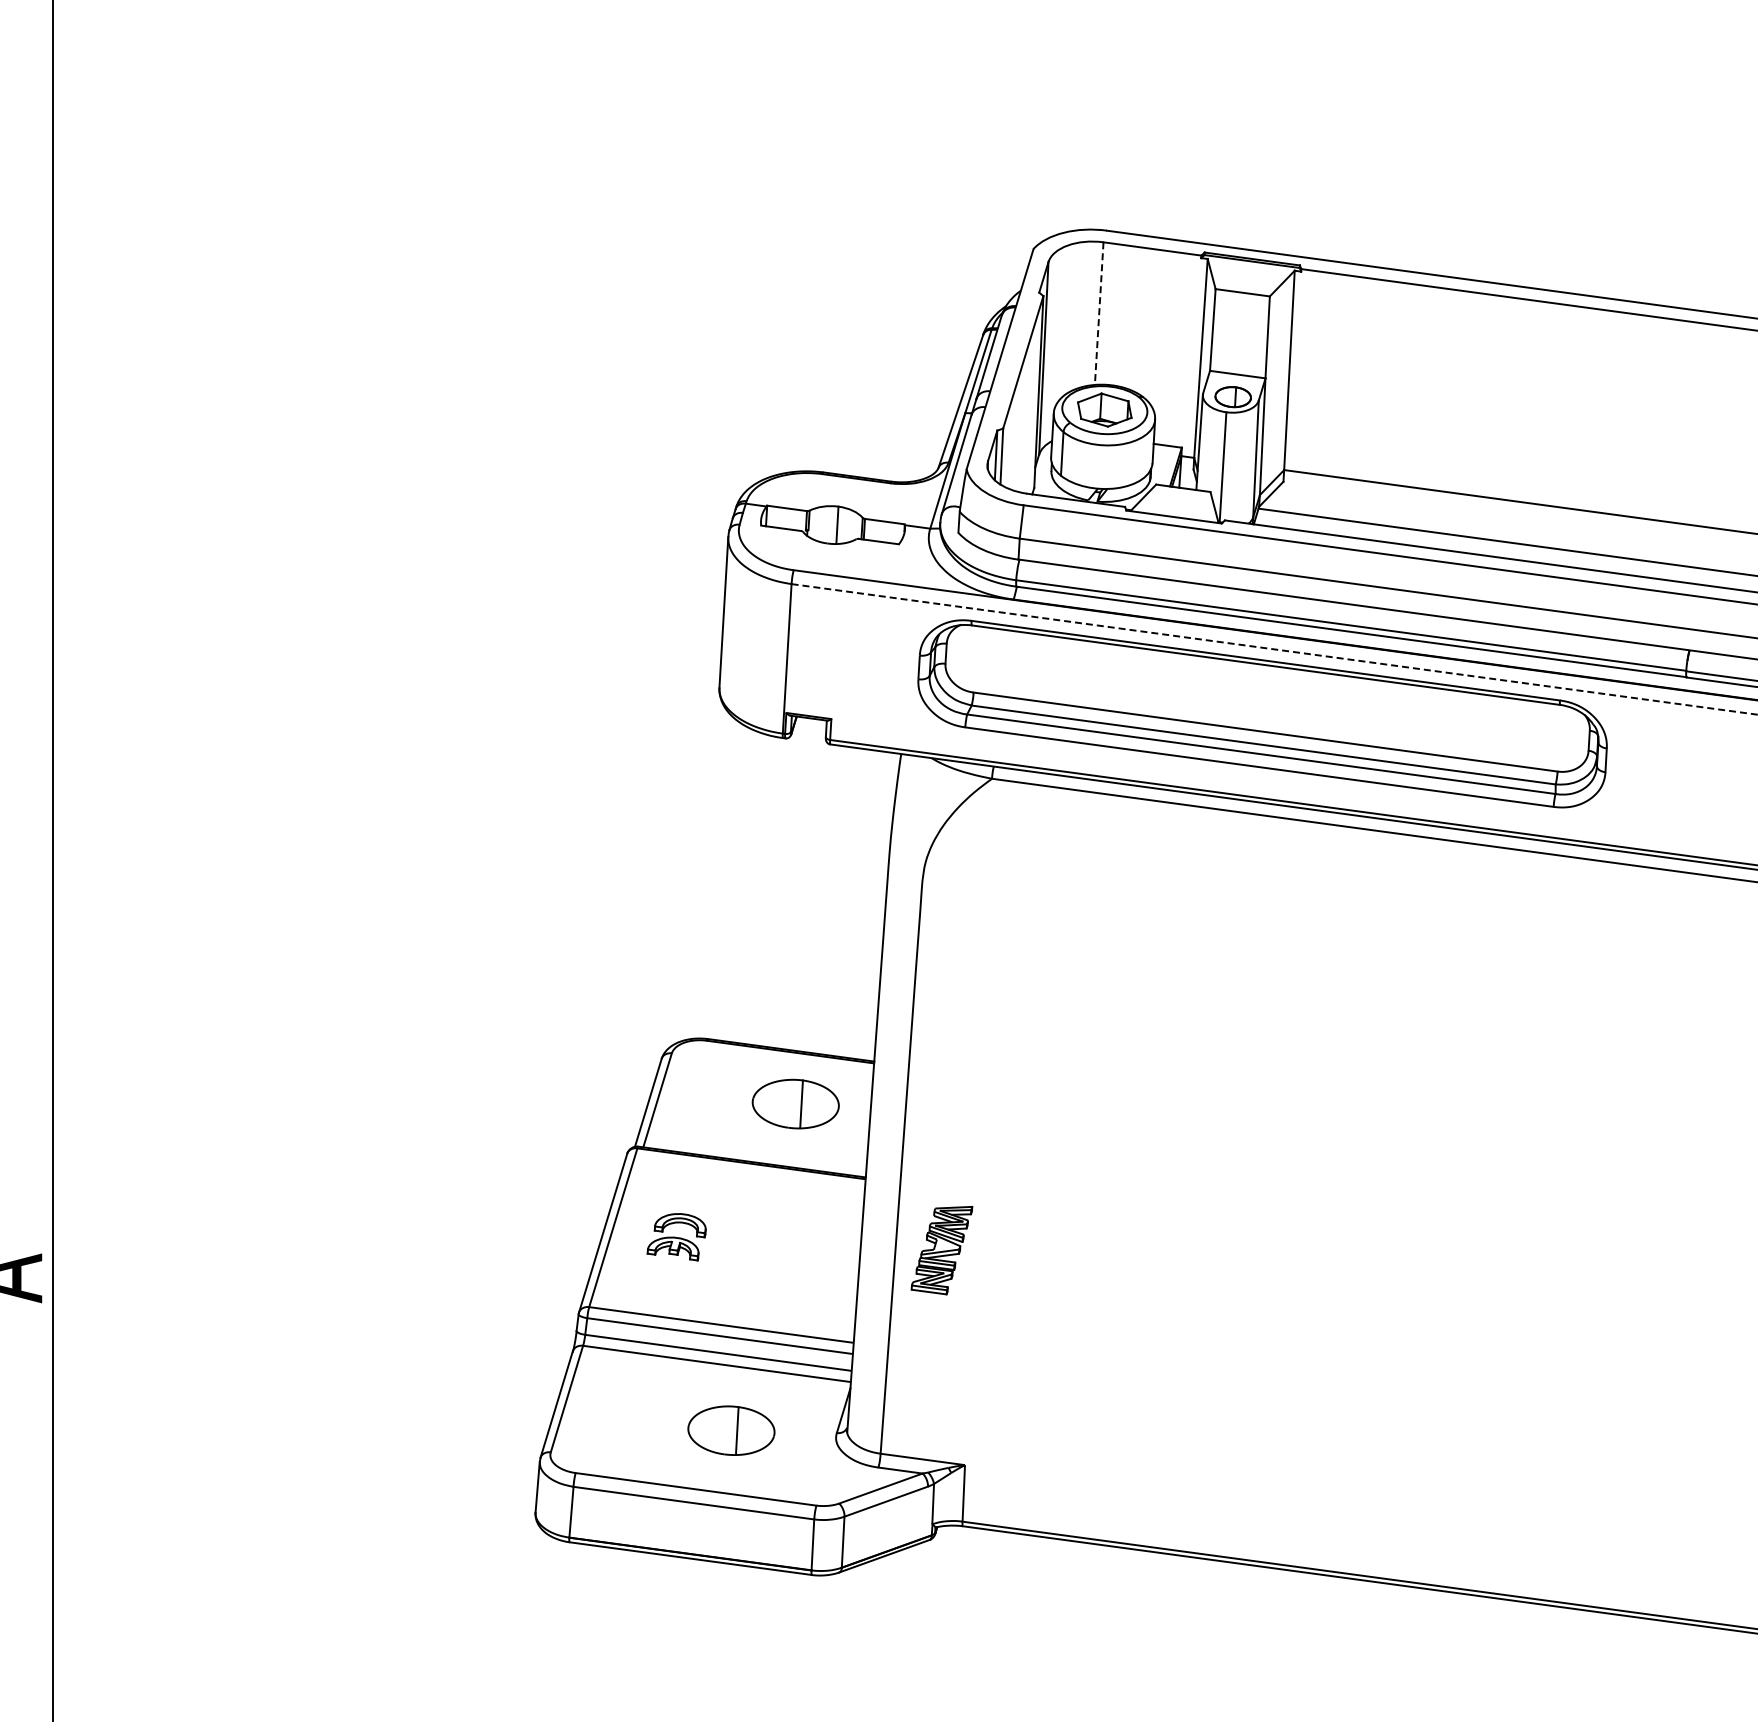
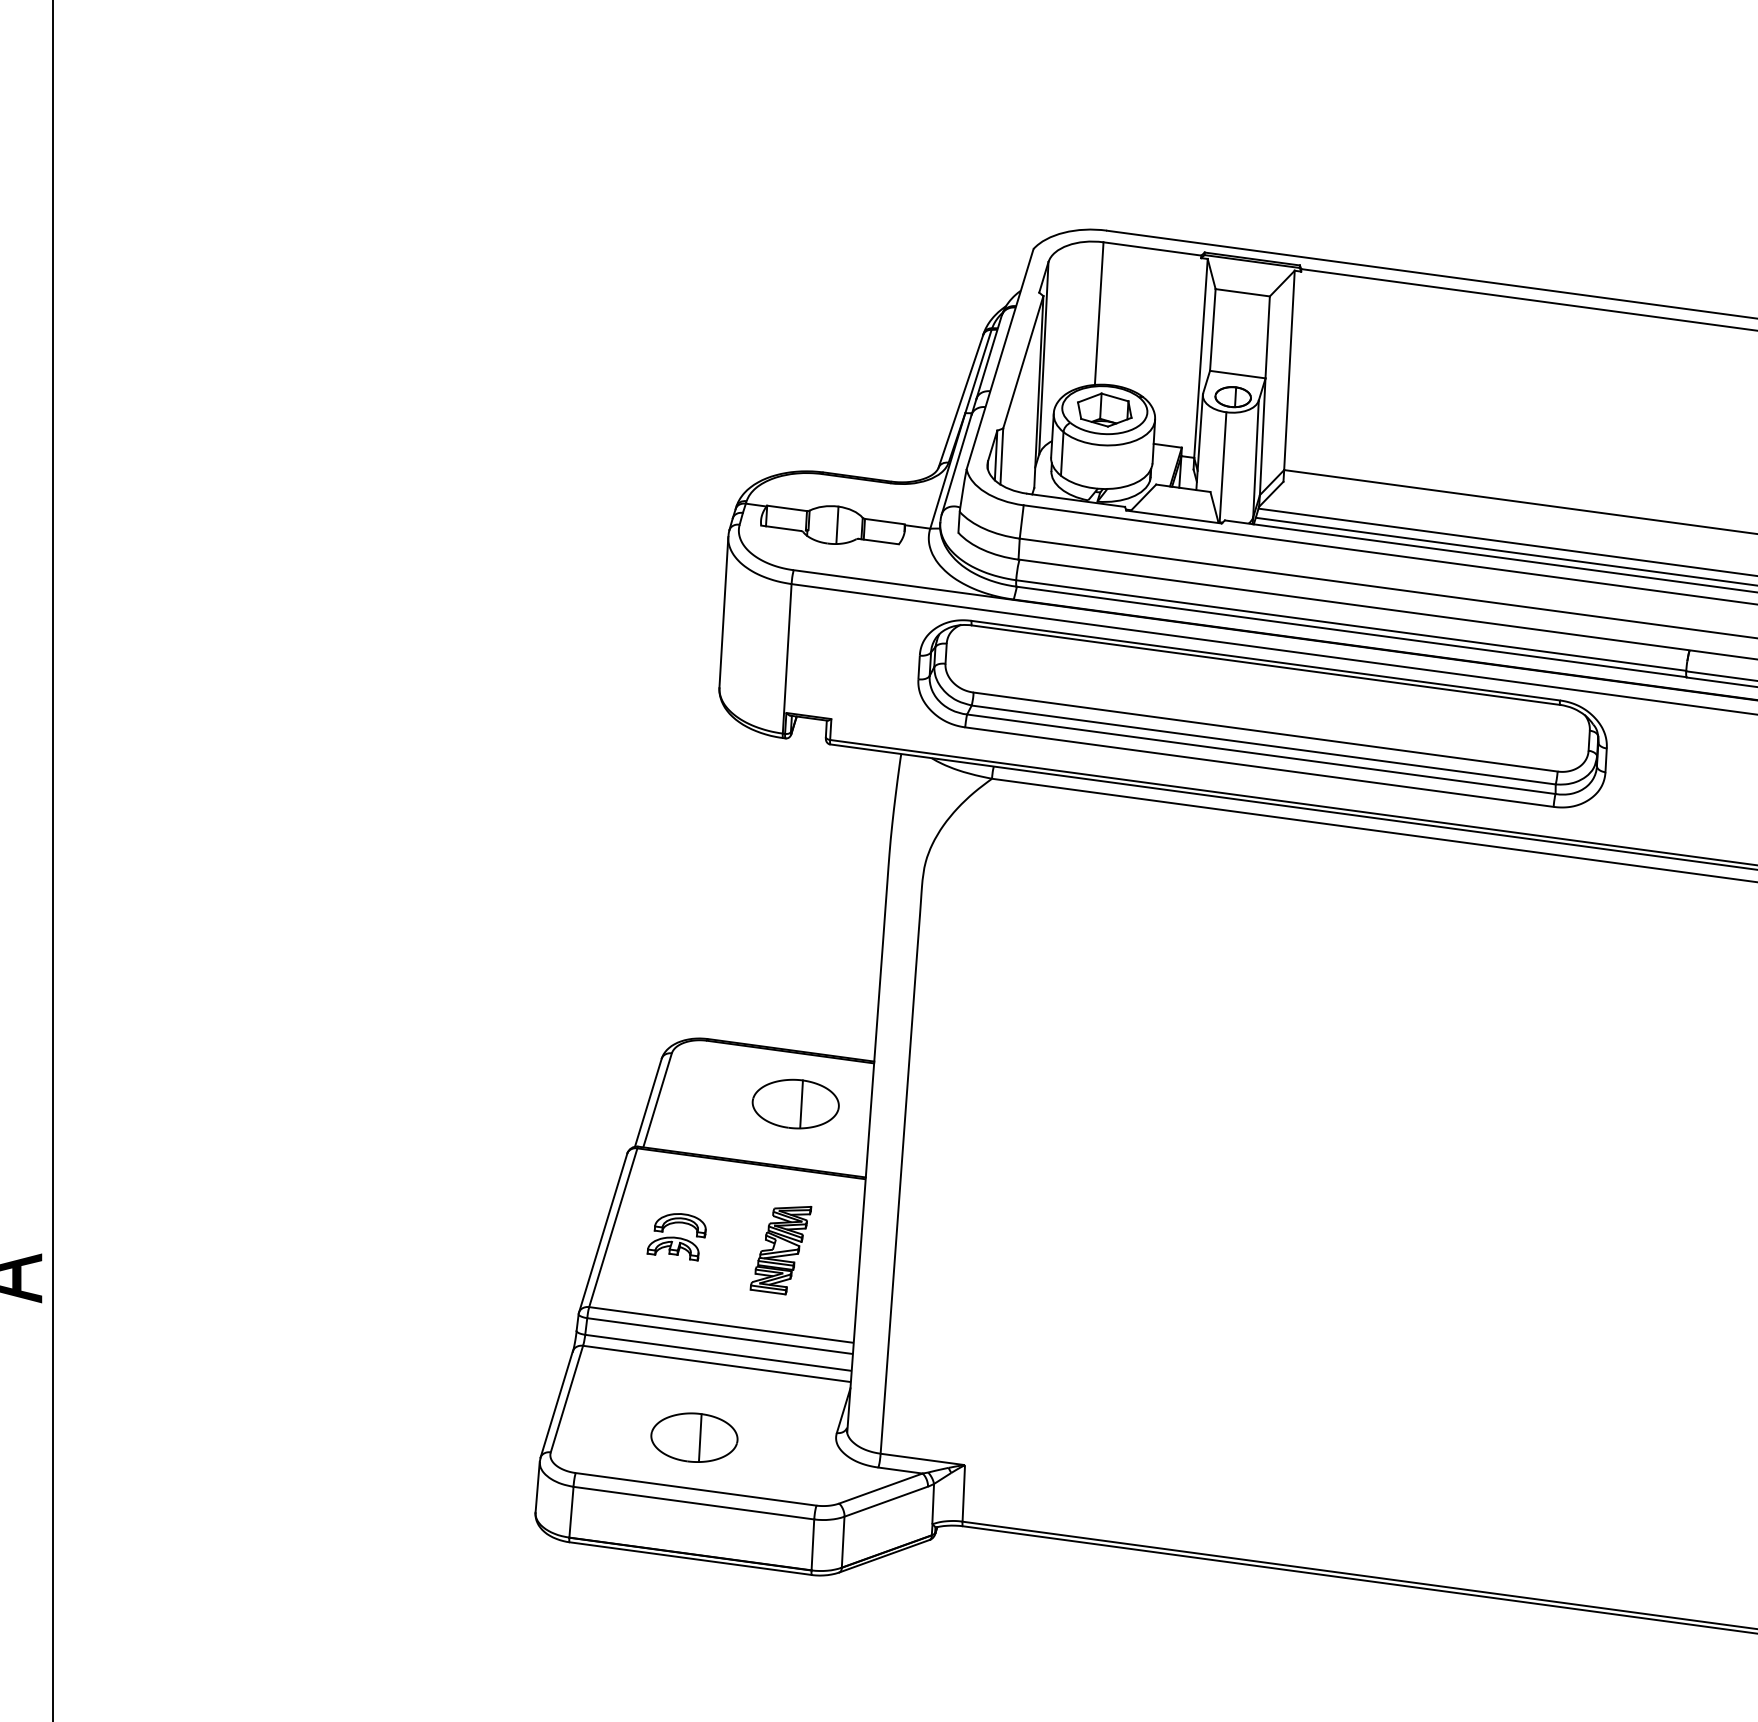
line at (1099, 313): dashed -> solid
line at (1504, 551): none -> present
line at (1275, 649): dashed -> solid
part at (941, 1250) position: (941, 1250) -> (780, 1250)
part at (731, 1430) position: (731, 1430) -> (694, 1437)
